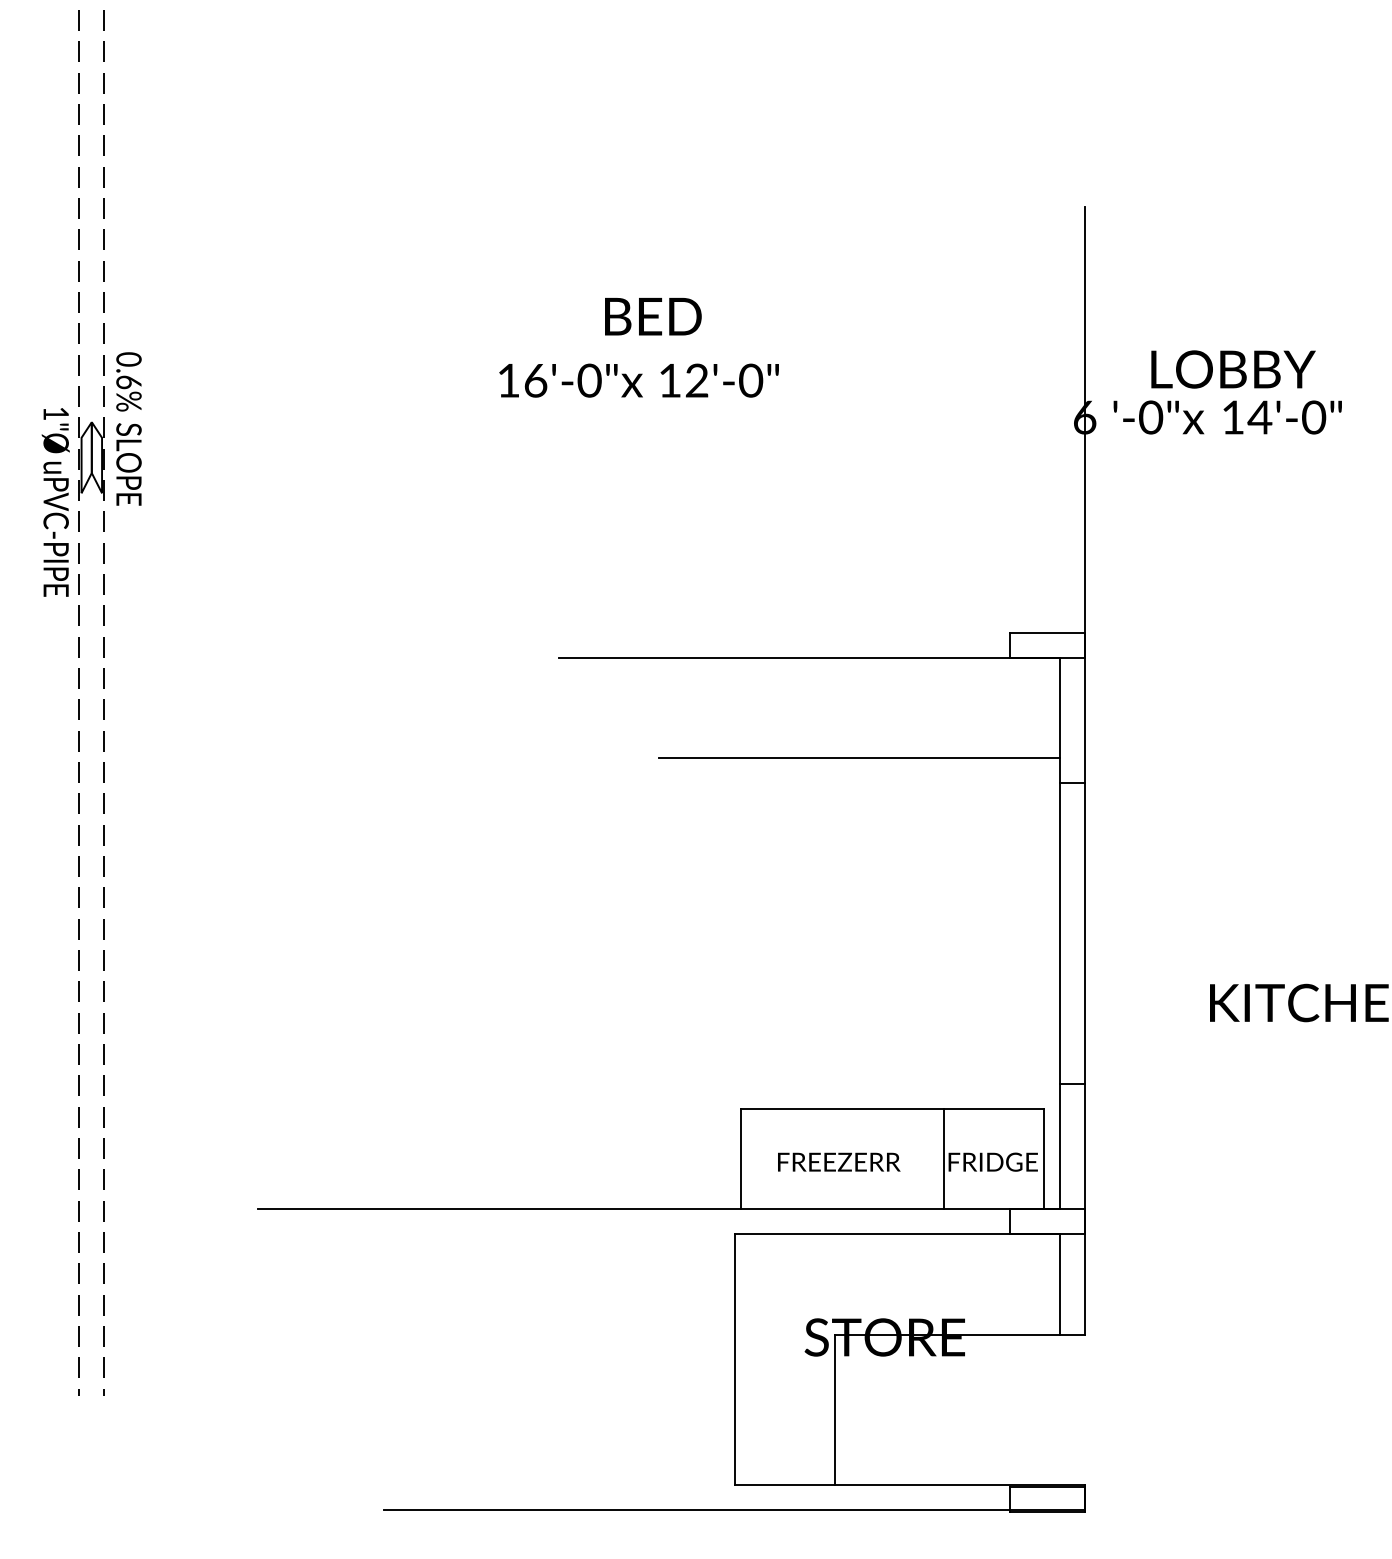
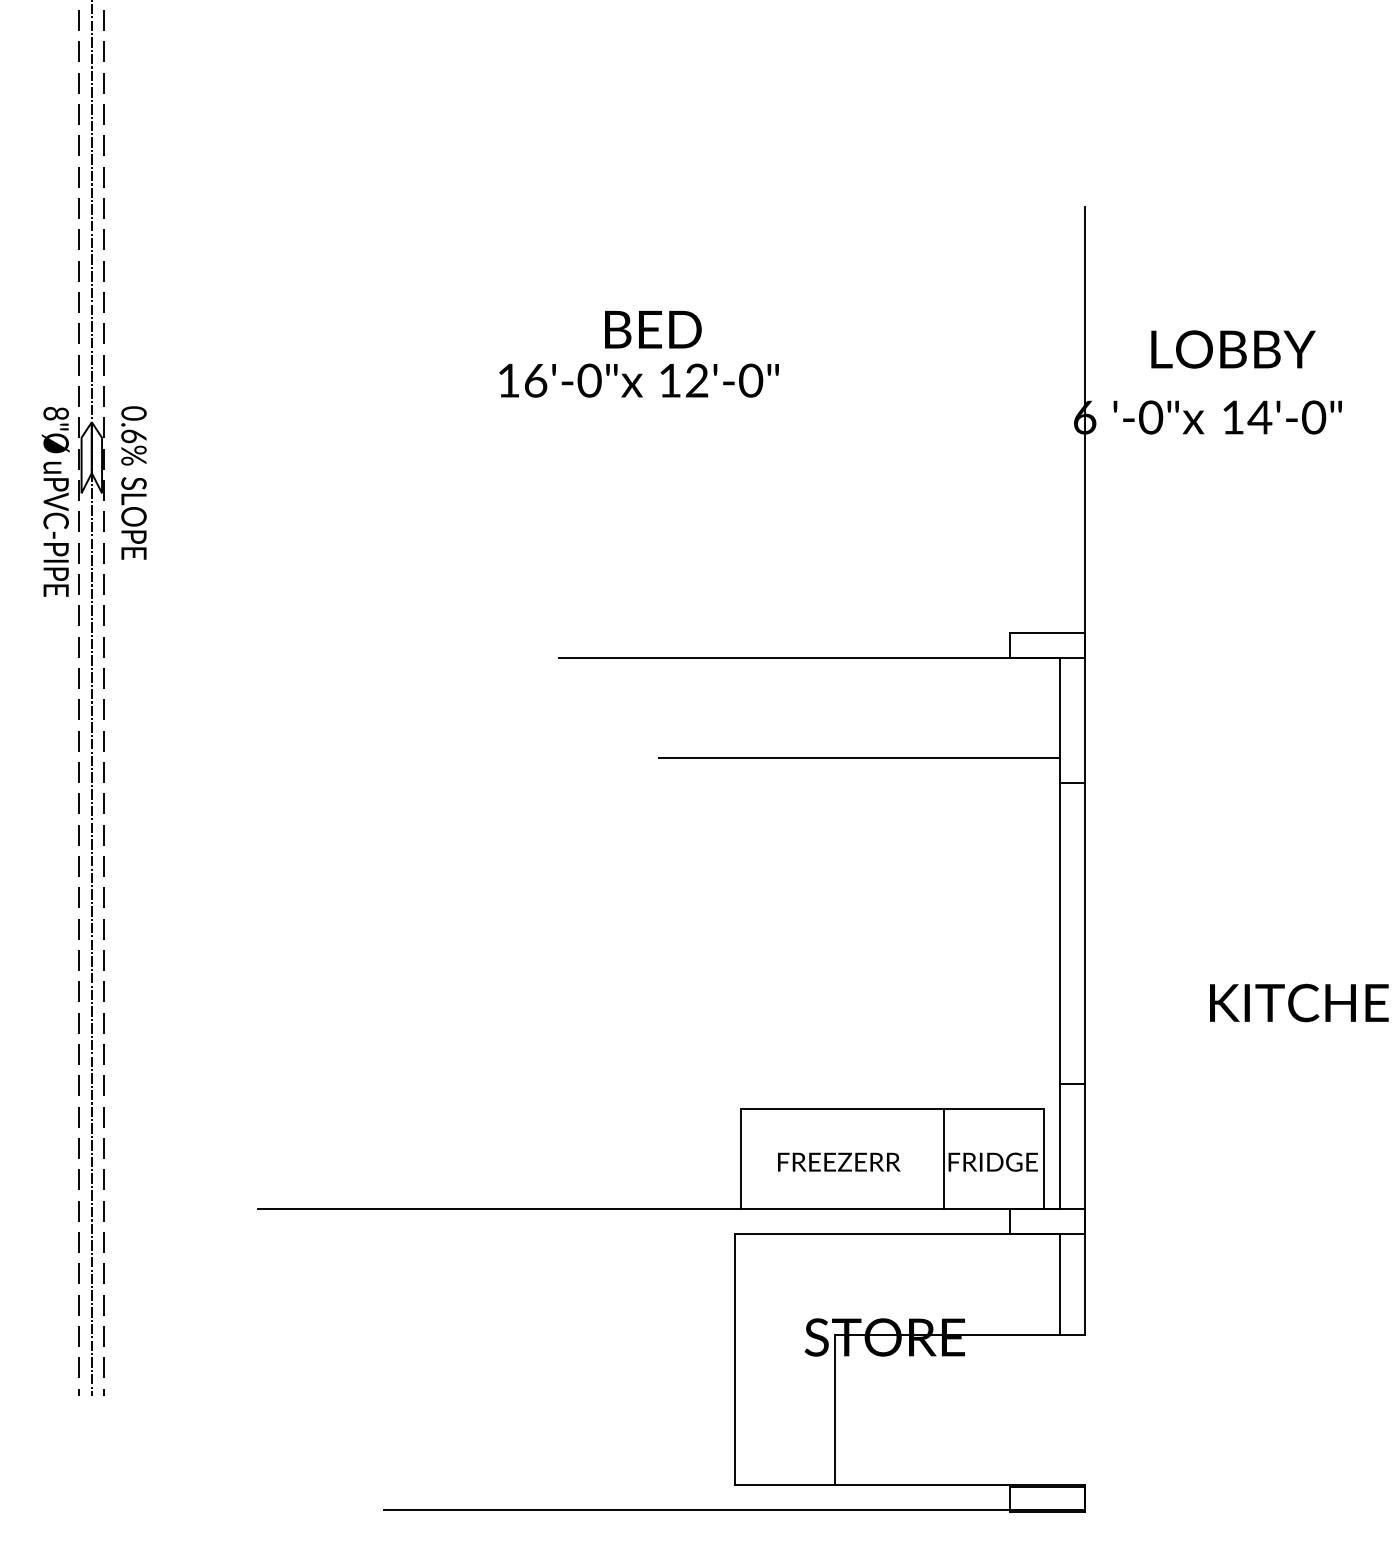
text at (653, 316) position: (653, 316) -> (653, 329)
text at (1233, 369) position: (1233, 369) -> (1233, 349)
text at (55, 413): 1"Ø -> 8"Ø
text at (128, 428) position: (128, 428) -> (133, 482)
line at (91, 699): none -> present
